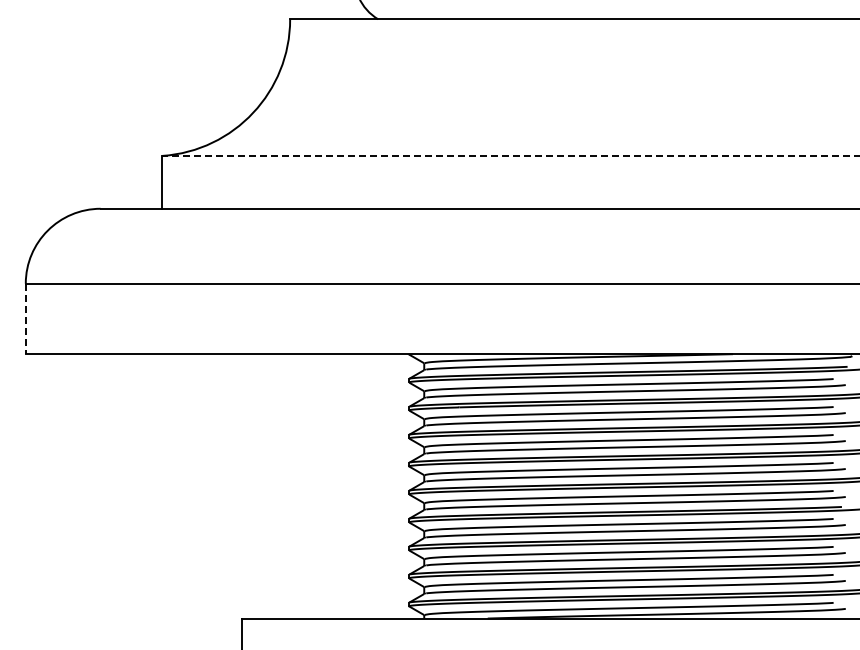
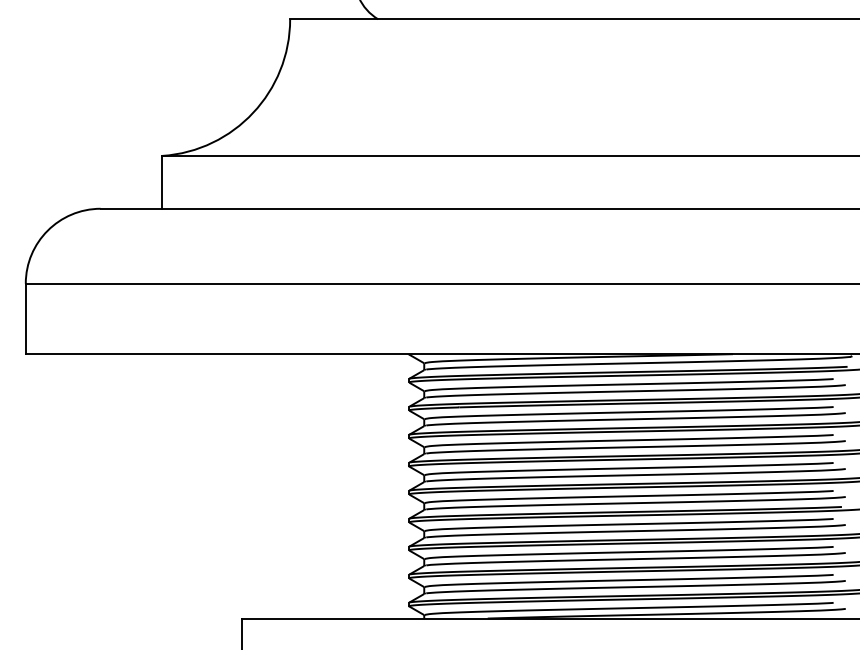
line at (510, 155): dashed -> solid
line at (25, 319): dashed -> solid
